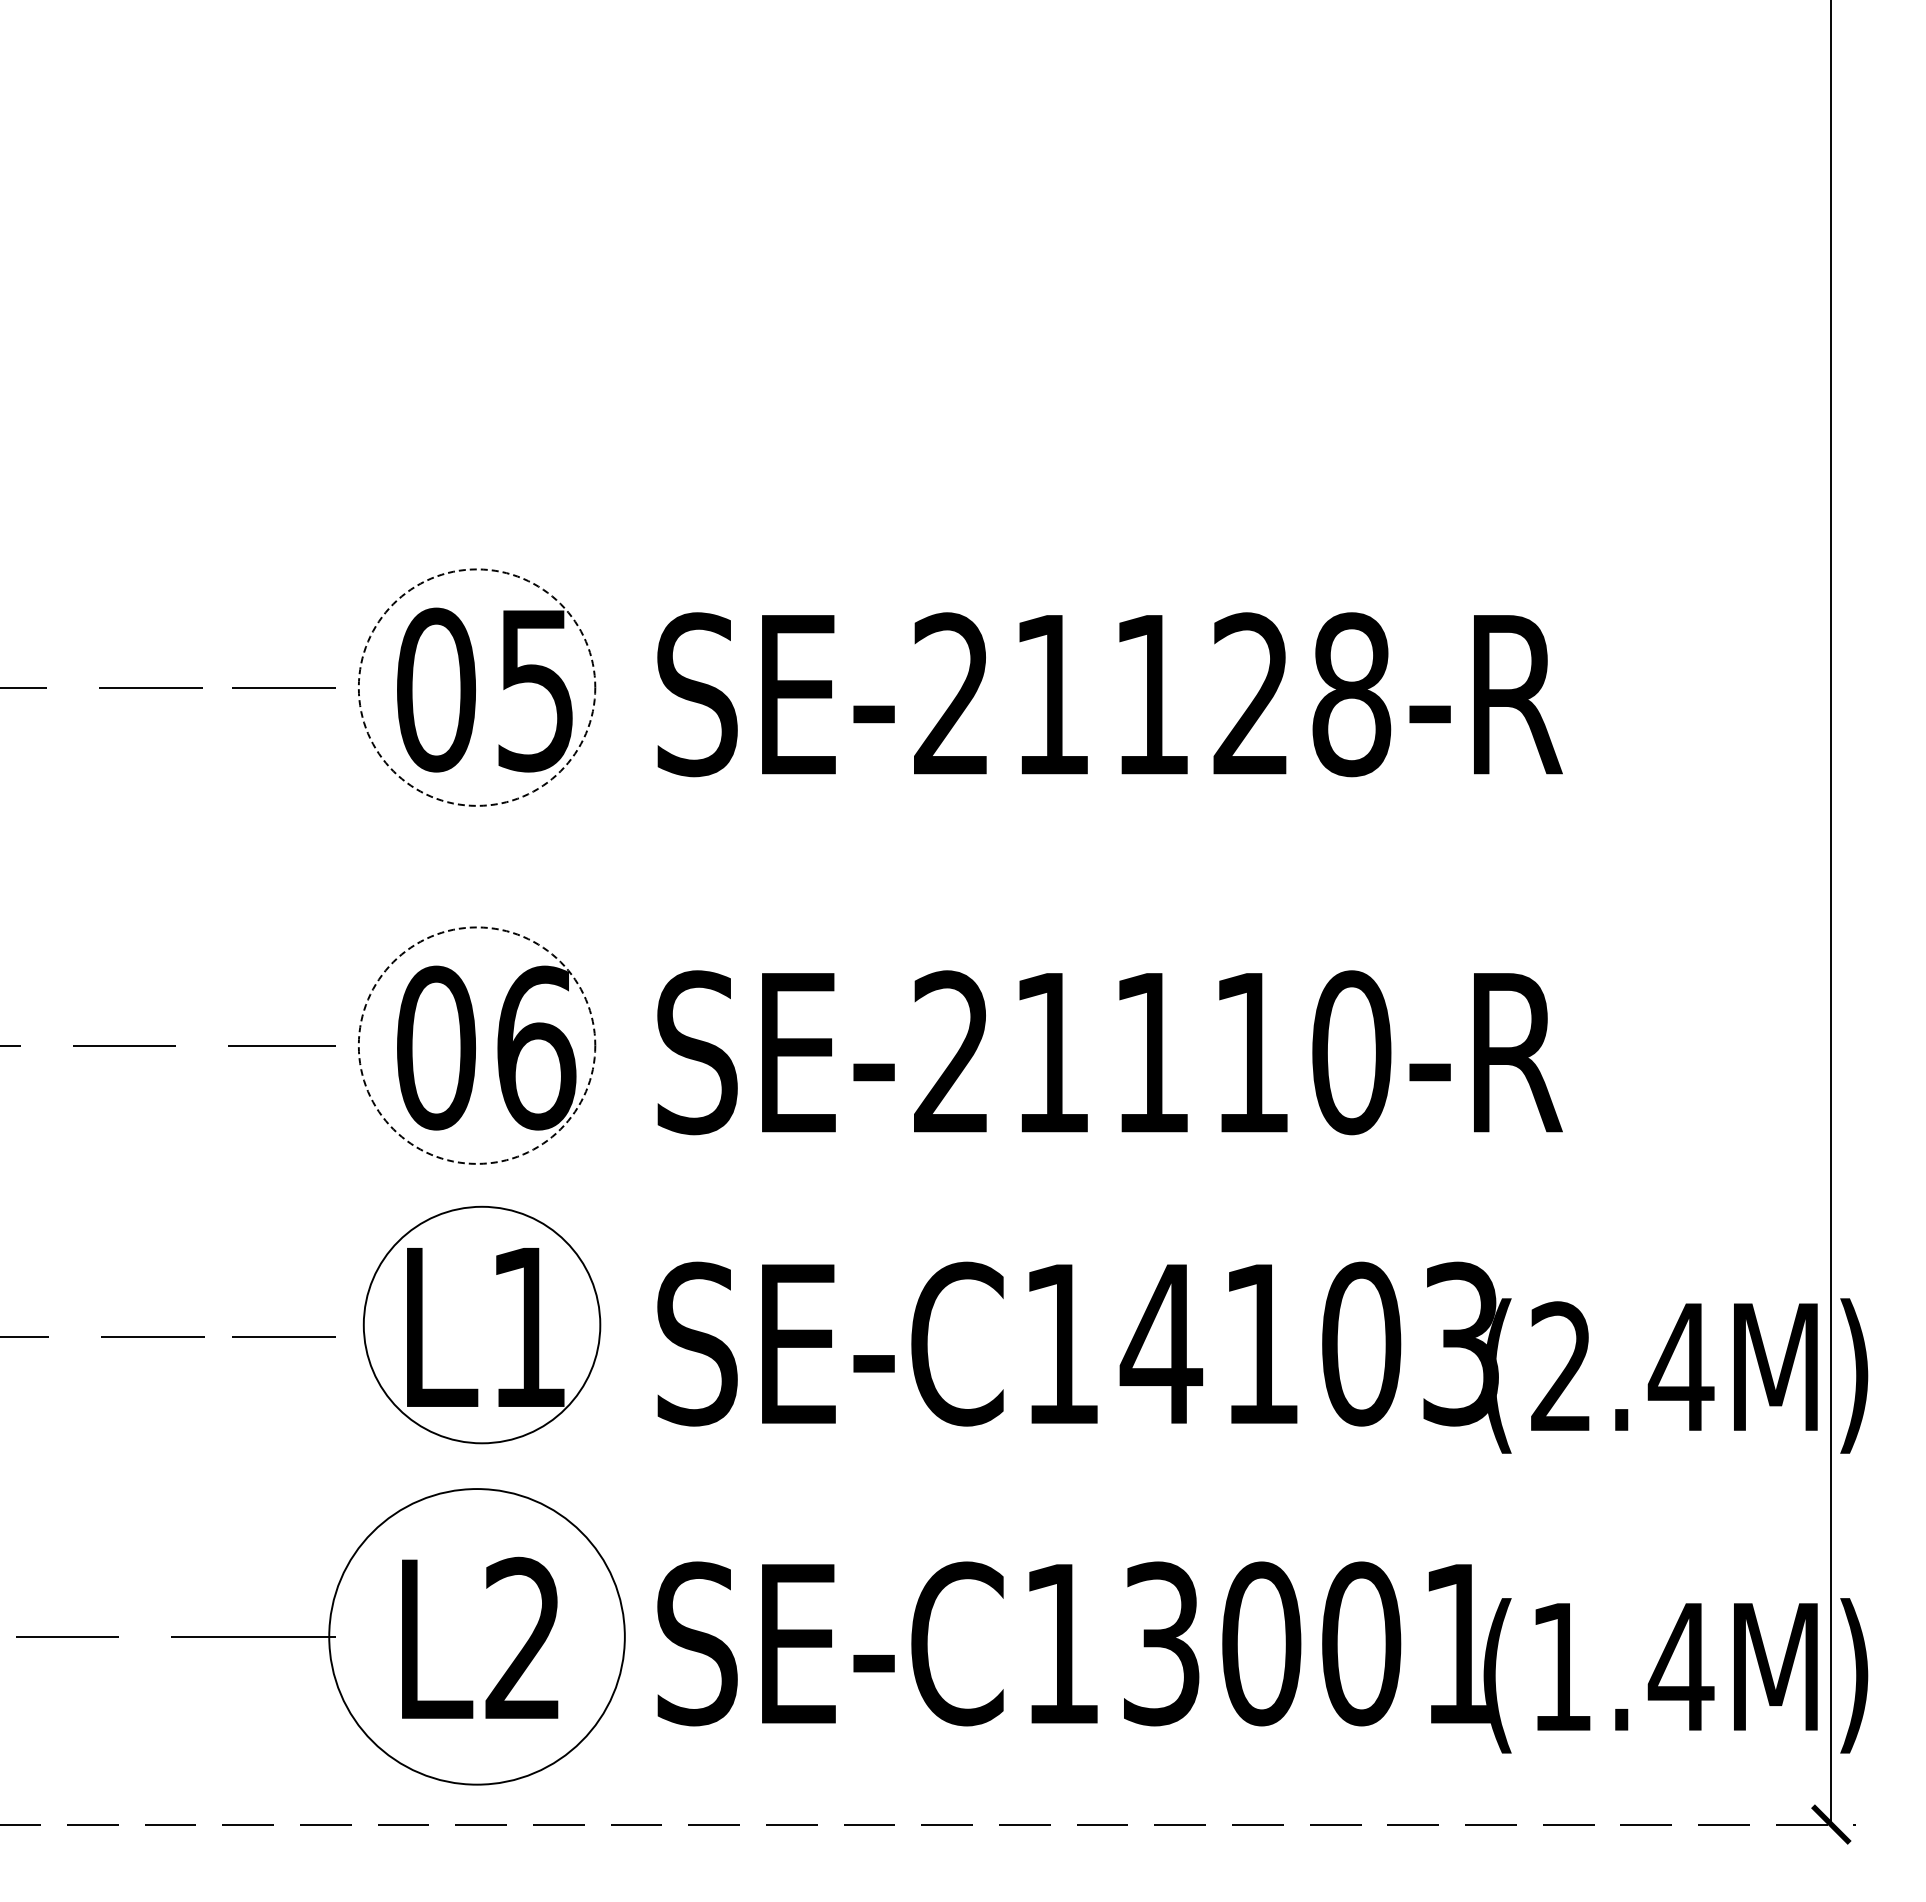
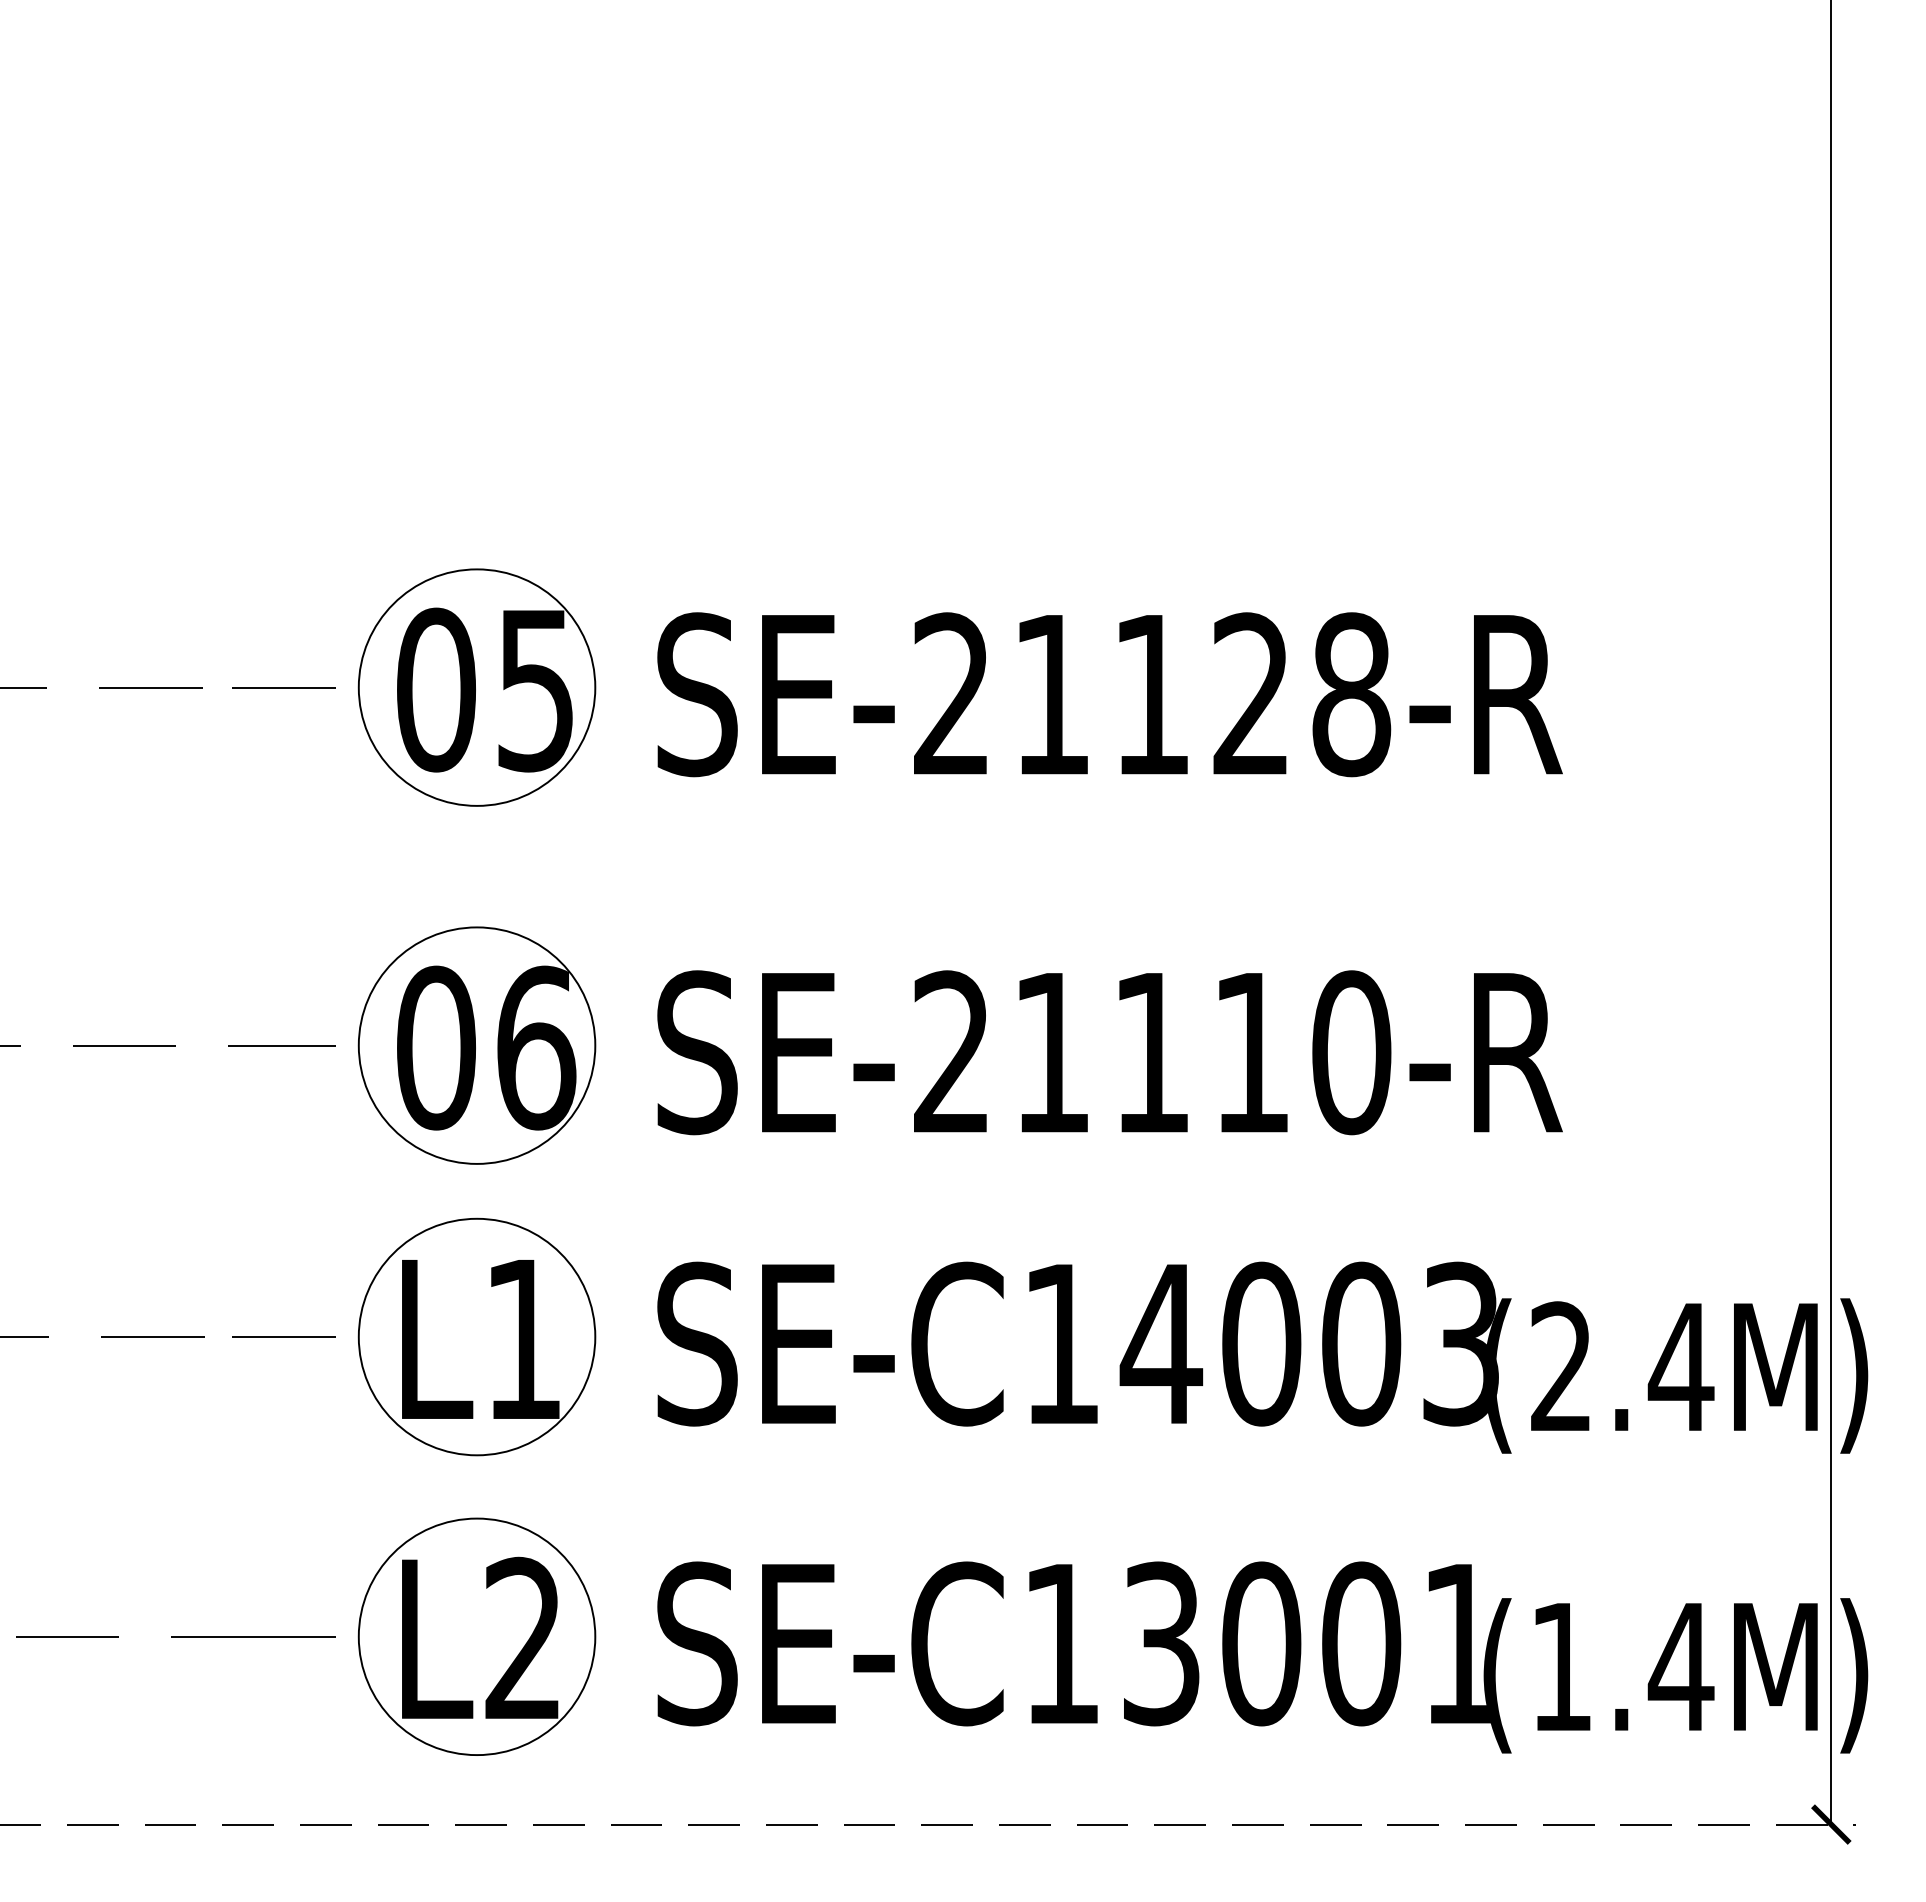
circle at (476, 687): dashed -> solid
circle at (476, 1045): dashed -> solid
part at (481, 1324) position: (481, 1324) -> (476, 1336)
text at (1261, 1343): SE-C14103 -> SE-C14003
circle at (476, 1636) diameter: 296 px -> 237 px
